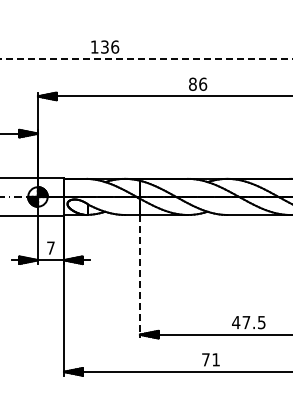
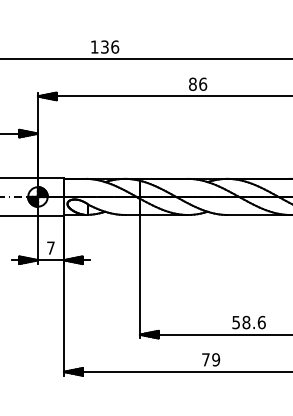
line at (146, 59): dashed -> solid
line at (139, 276): dashed -> solid
text at (248, 322): 47.5 -> 58.6
text at (216, 359): 71 -> 79
